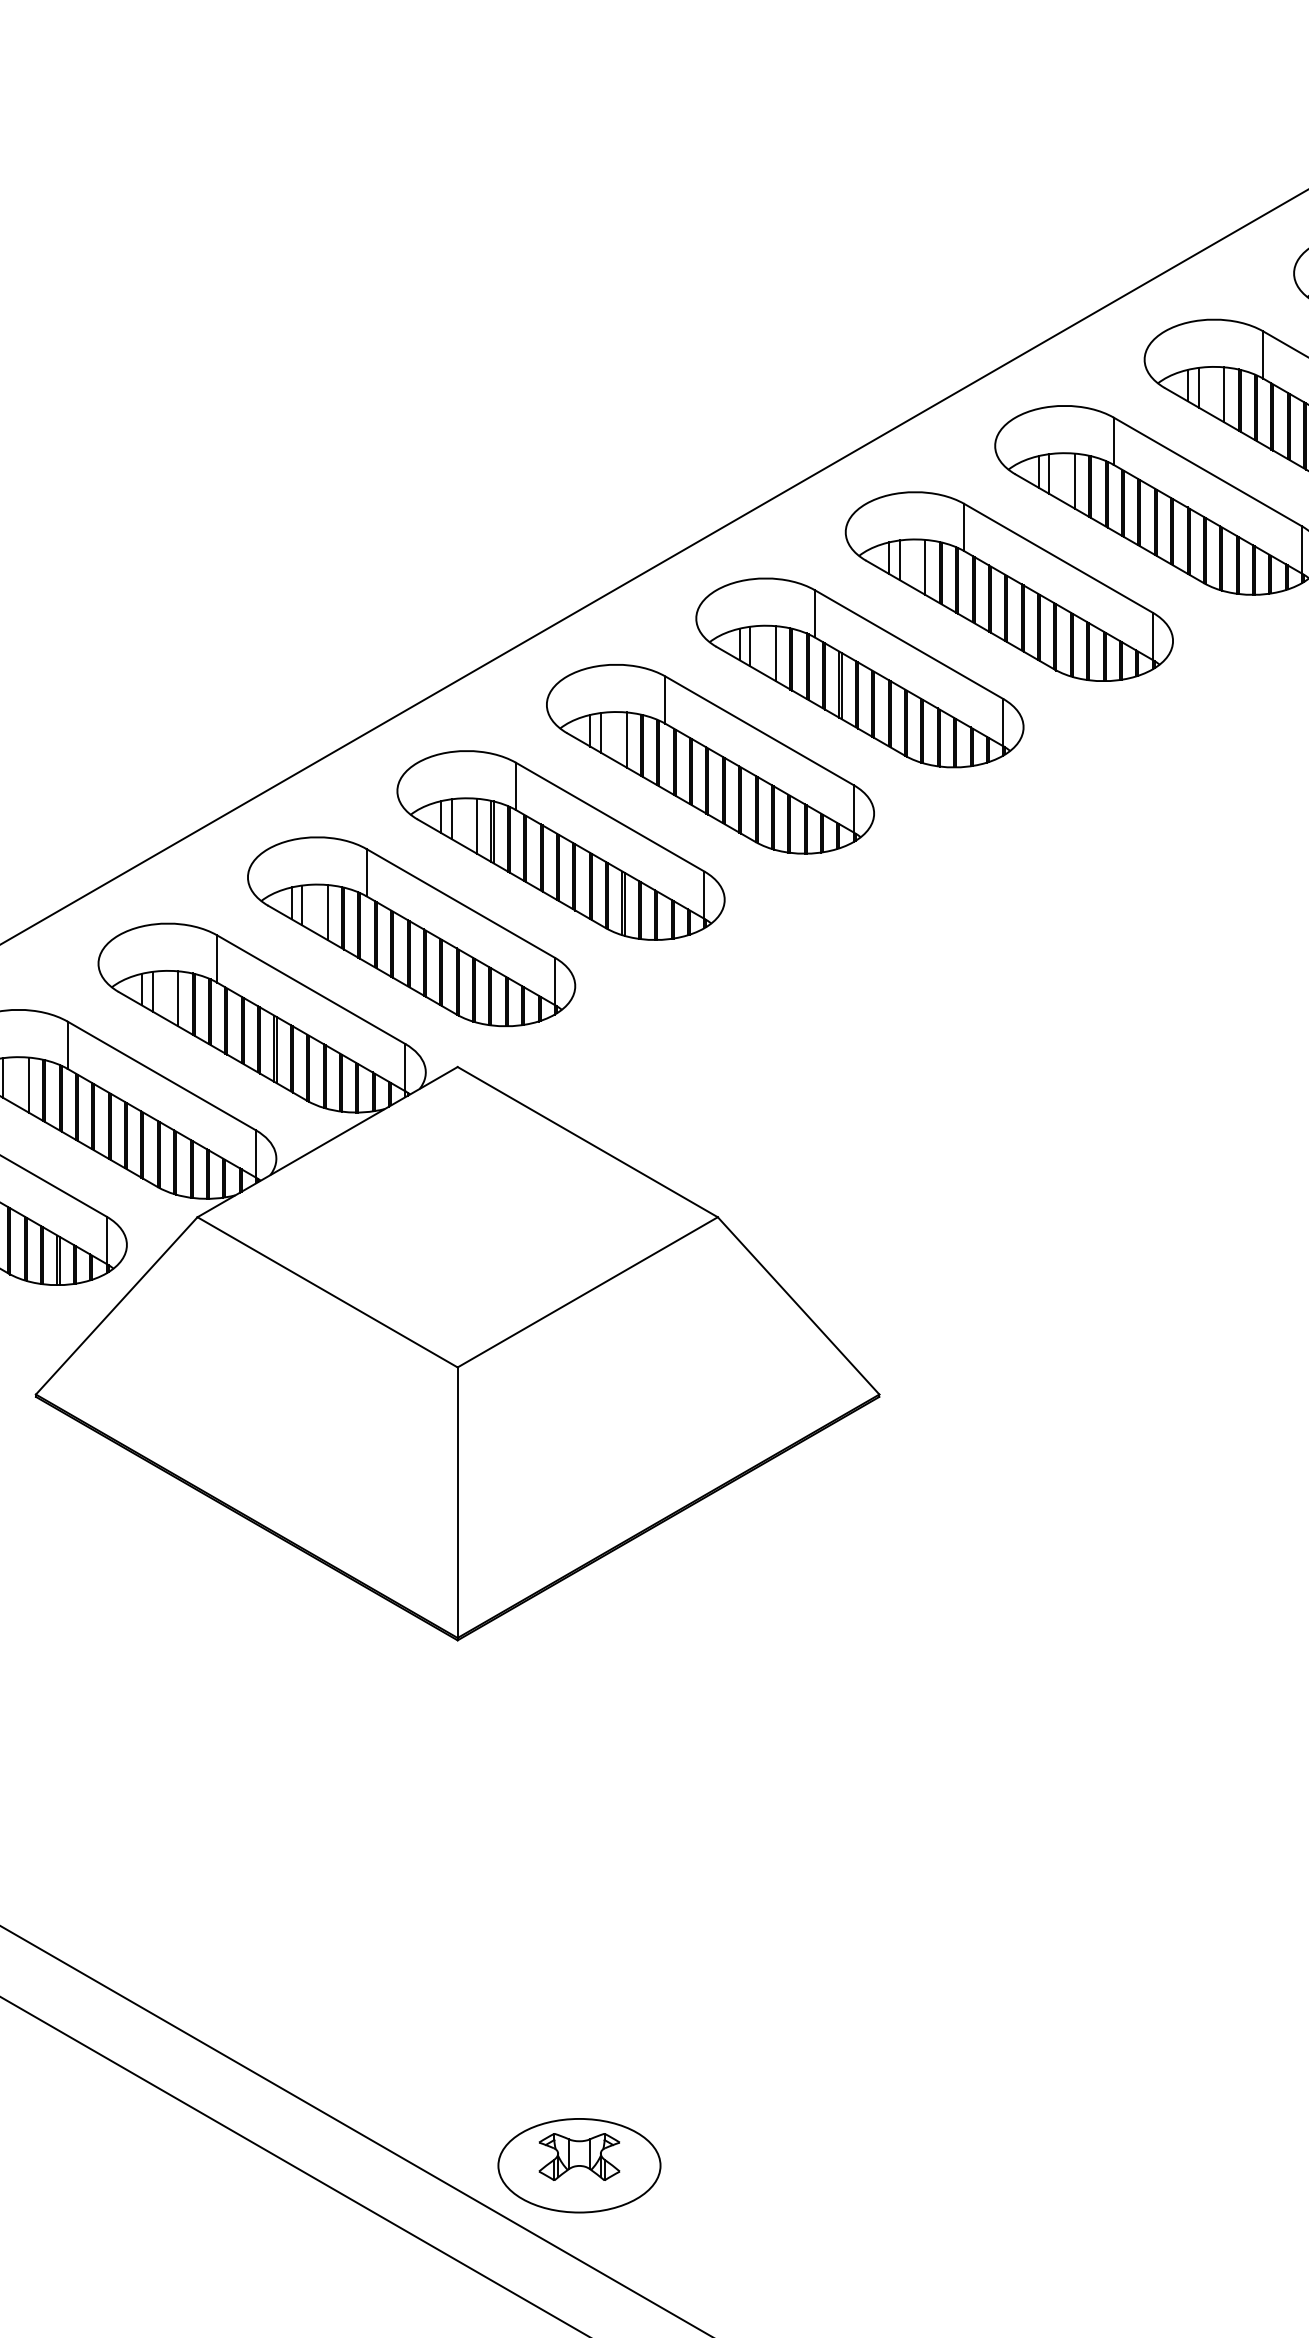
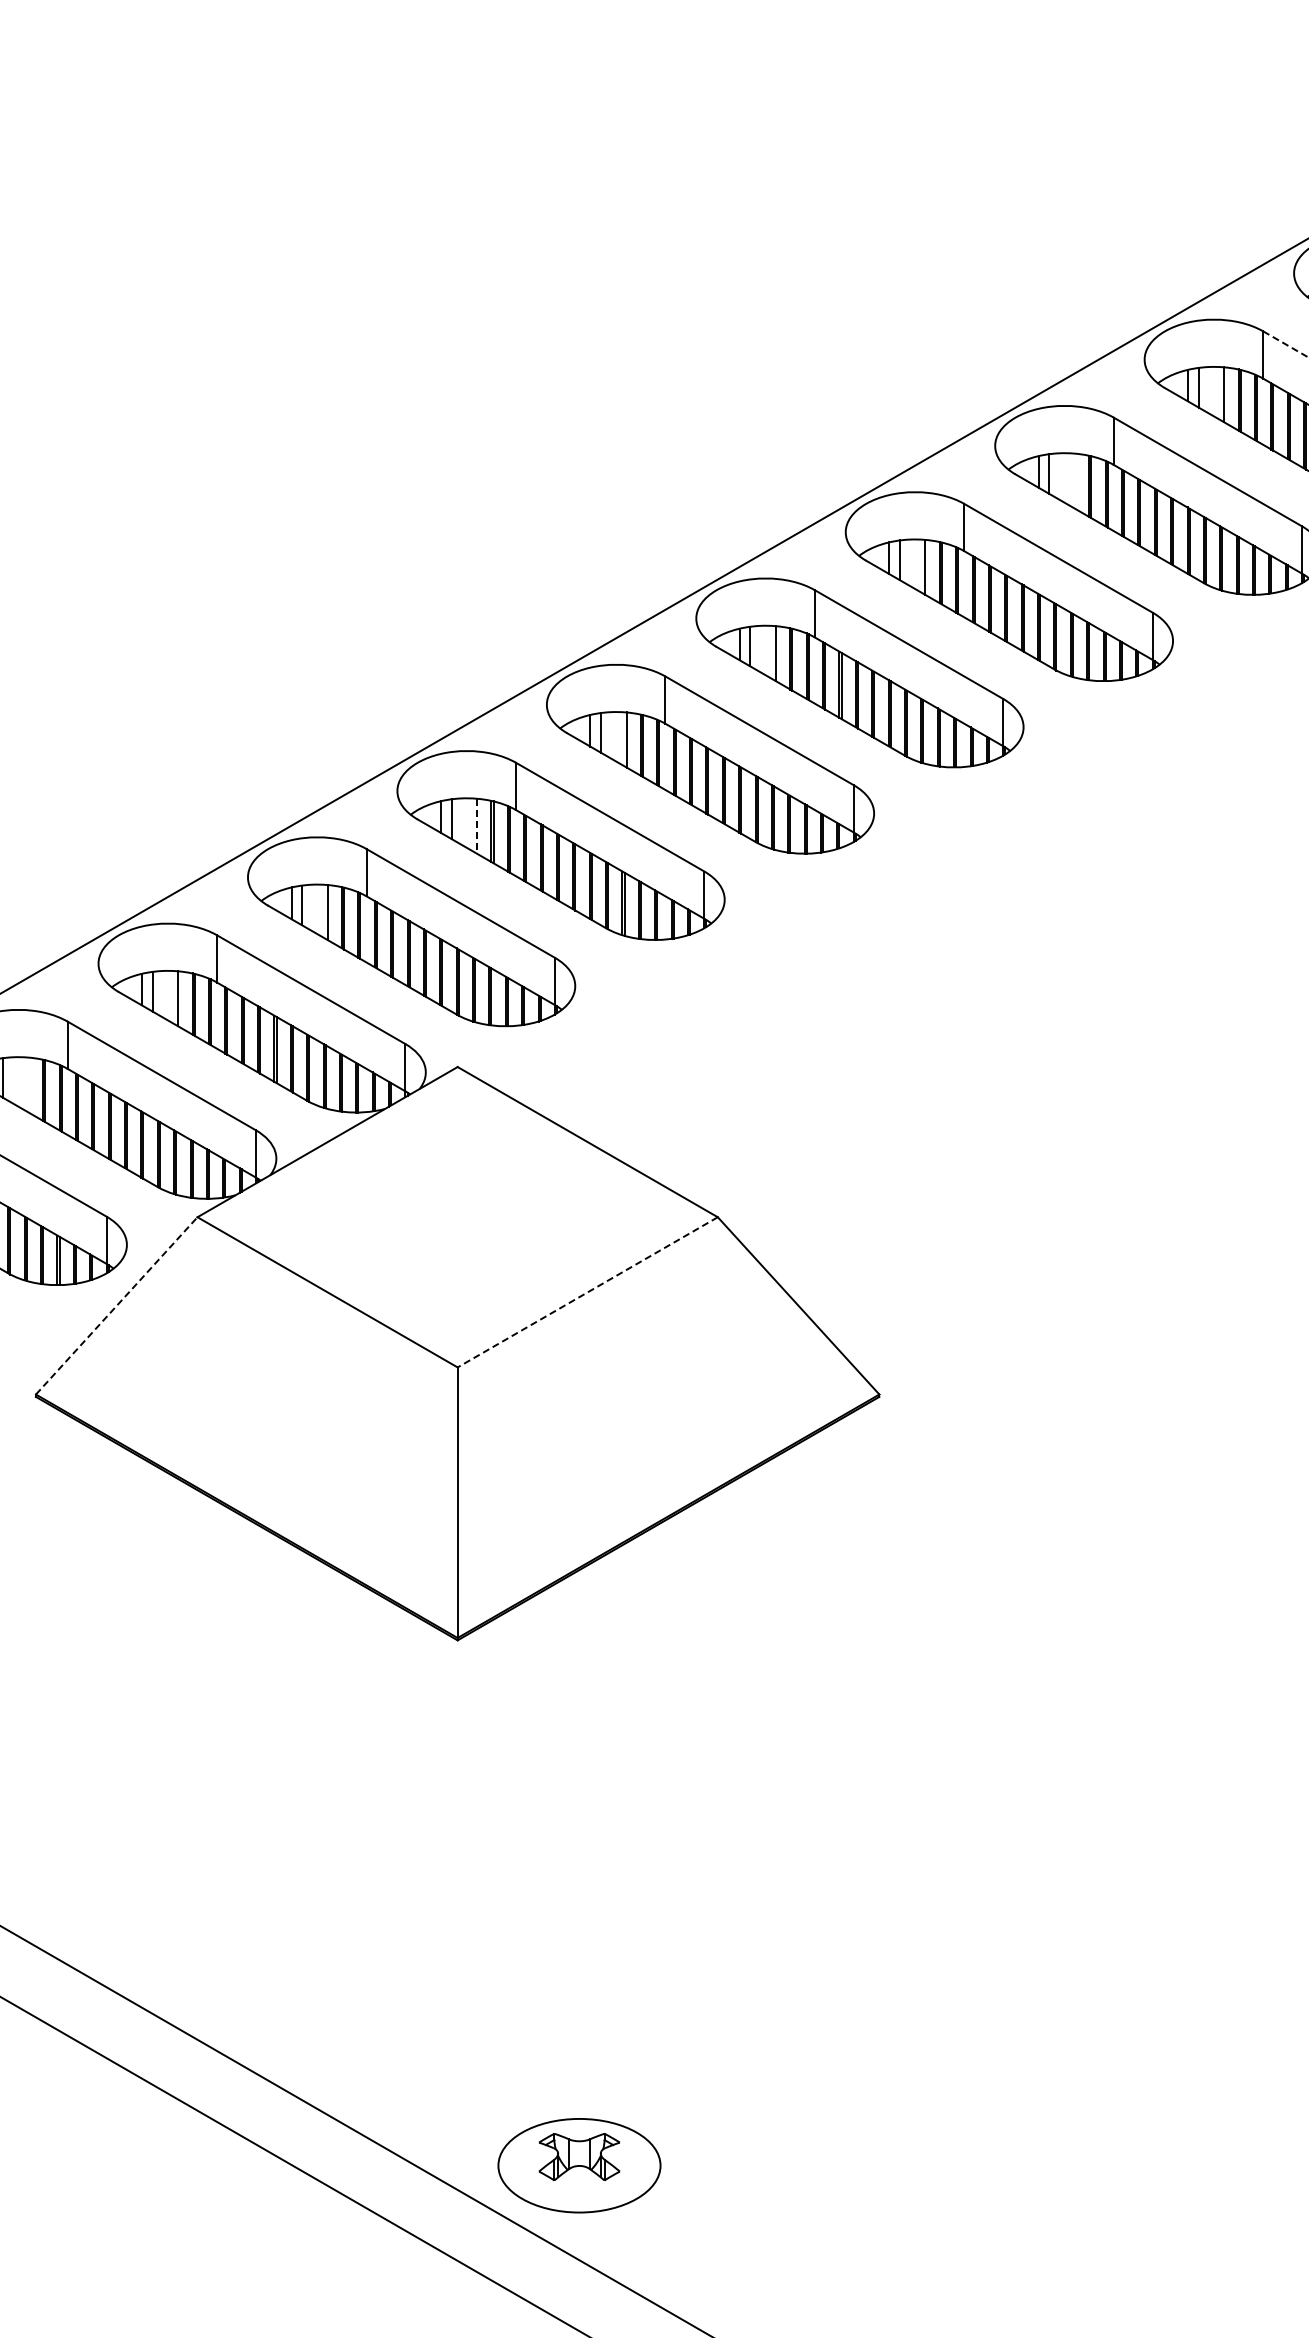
line at (1285, 344): solid -> dashed
line at (1074, 480): present -> none
line at (653, 567) position: (653, 567) -> (653, 616)
line at (477, 826): solid -> dashed
line at (28, 1084): present -> none
line at (587, 1292): solid -> dashed
line at (116, 1305): solid -> dashed
